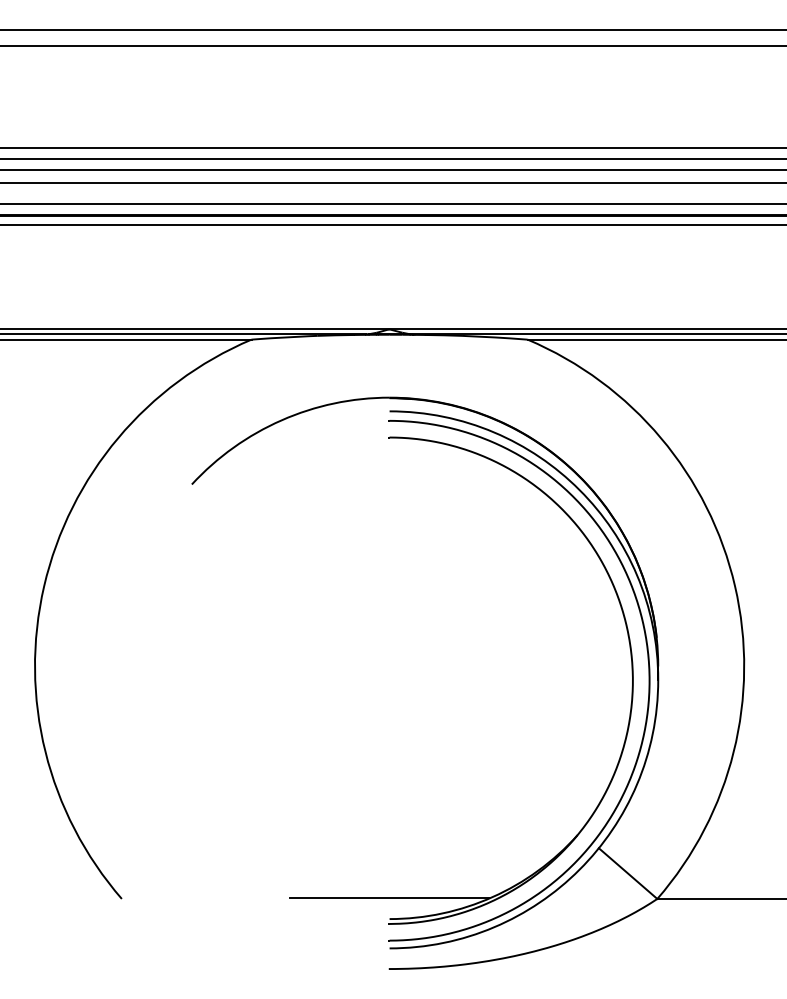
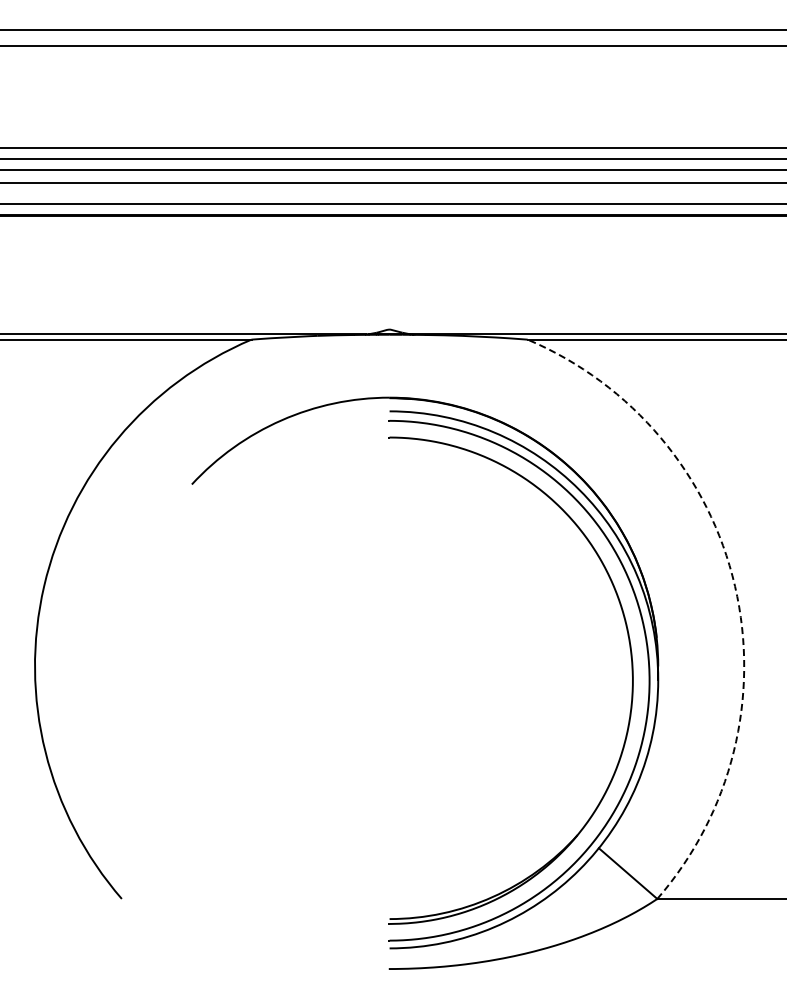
line at (392, 224): present -> none
line at (392, 328): present -> none
arc at (735, 586): solid -> dashed
line at (389, 898): present -> none
